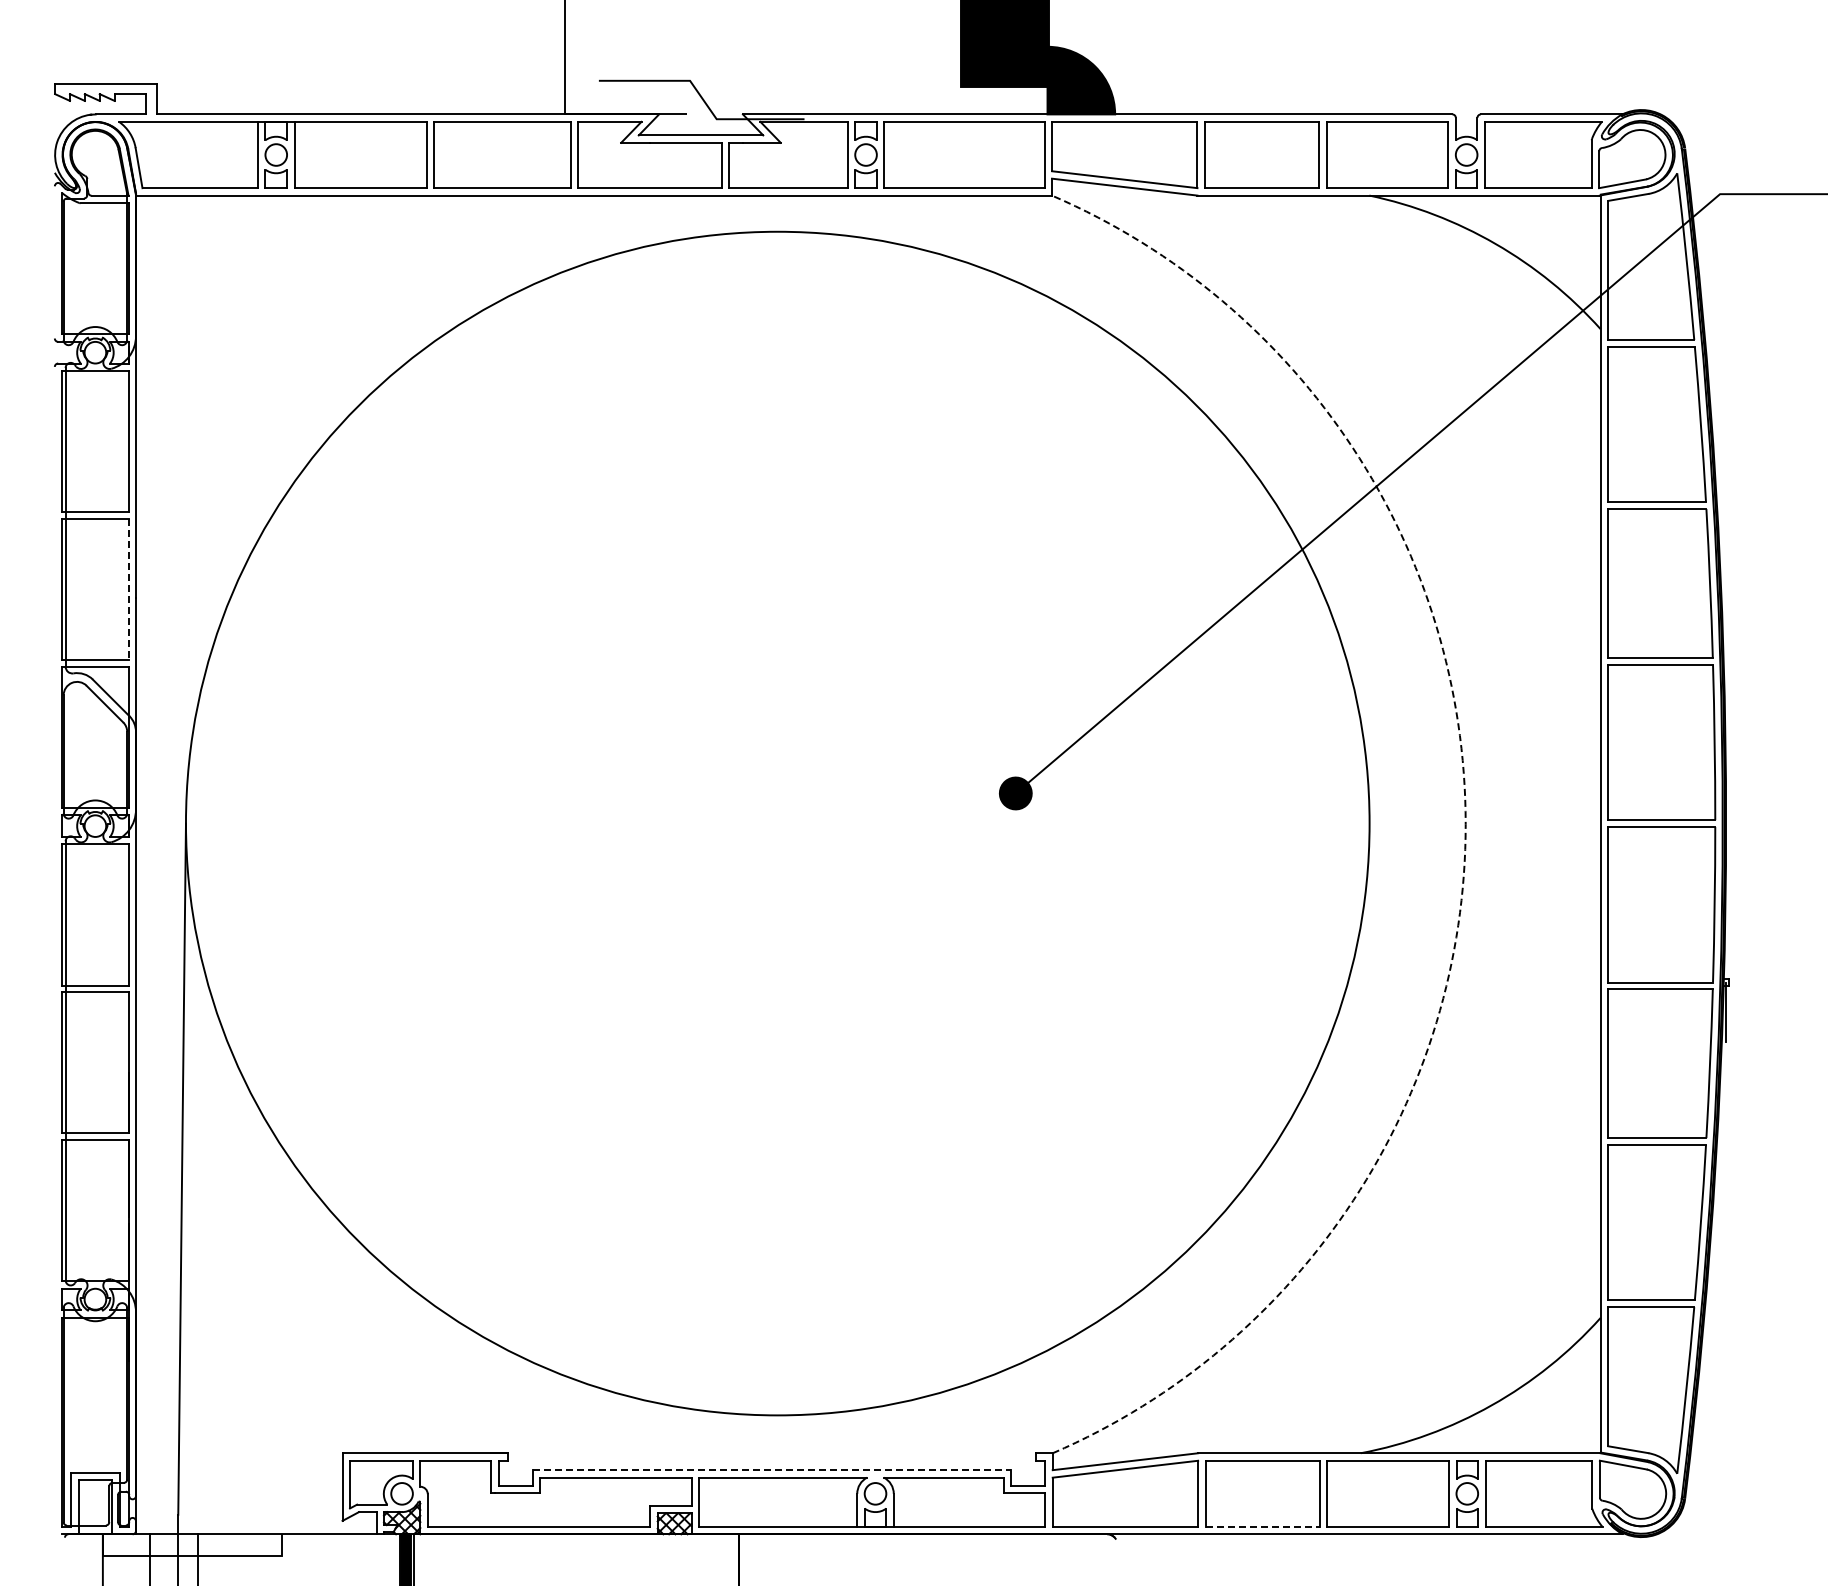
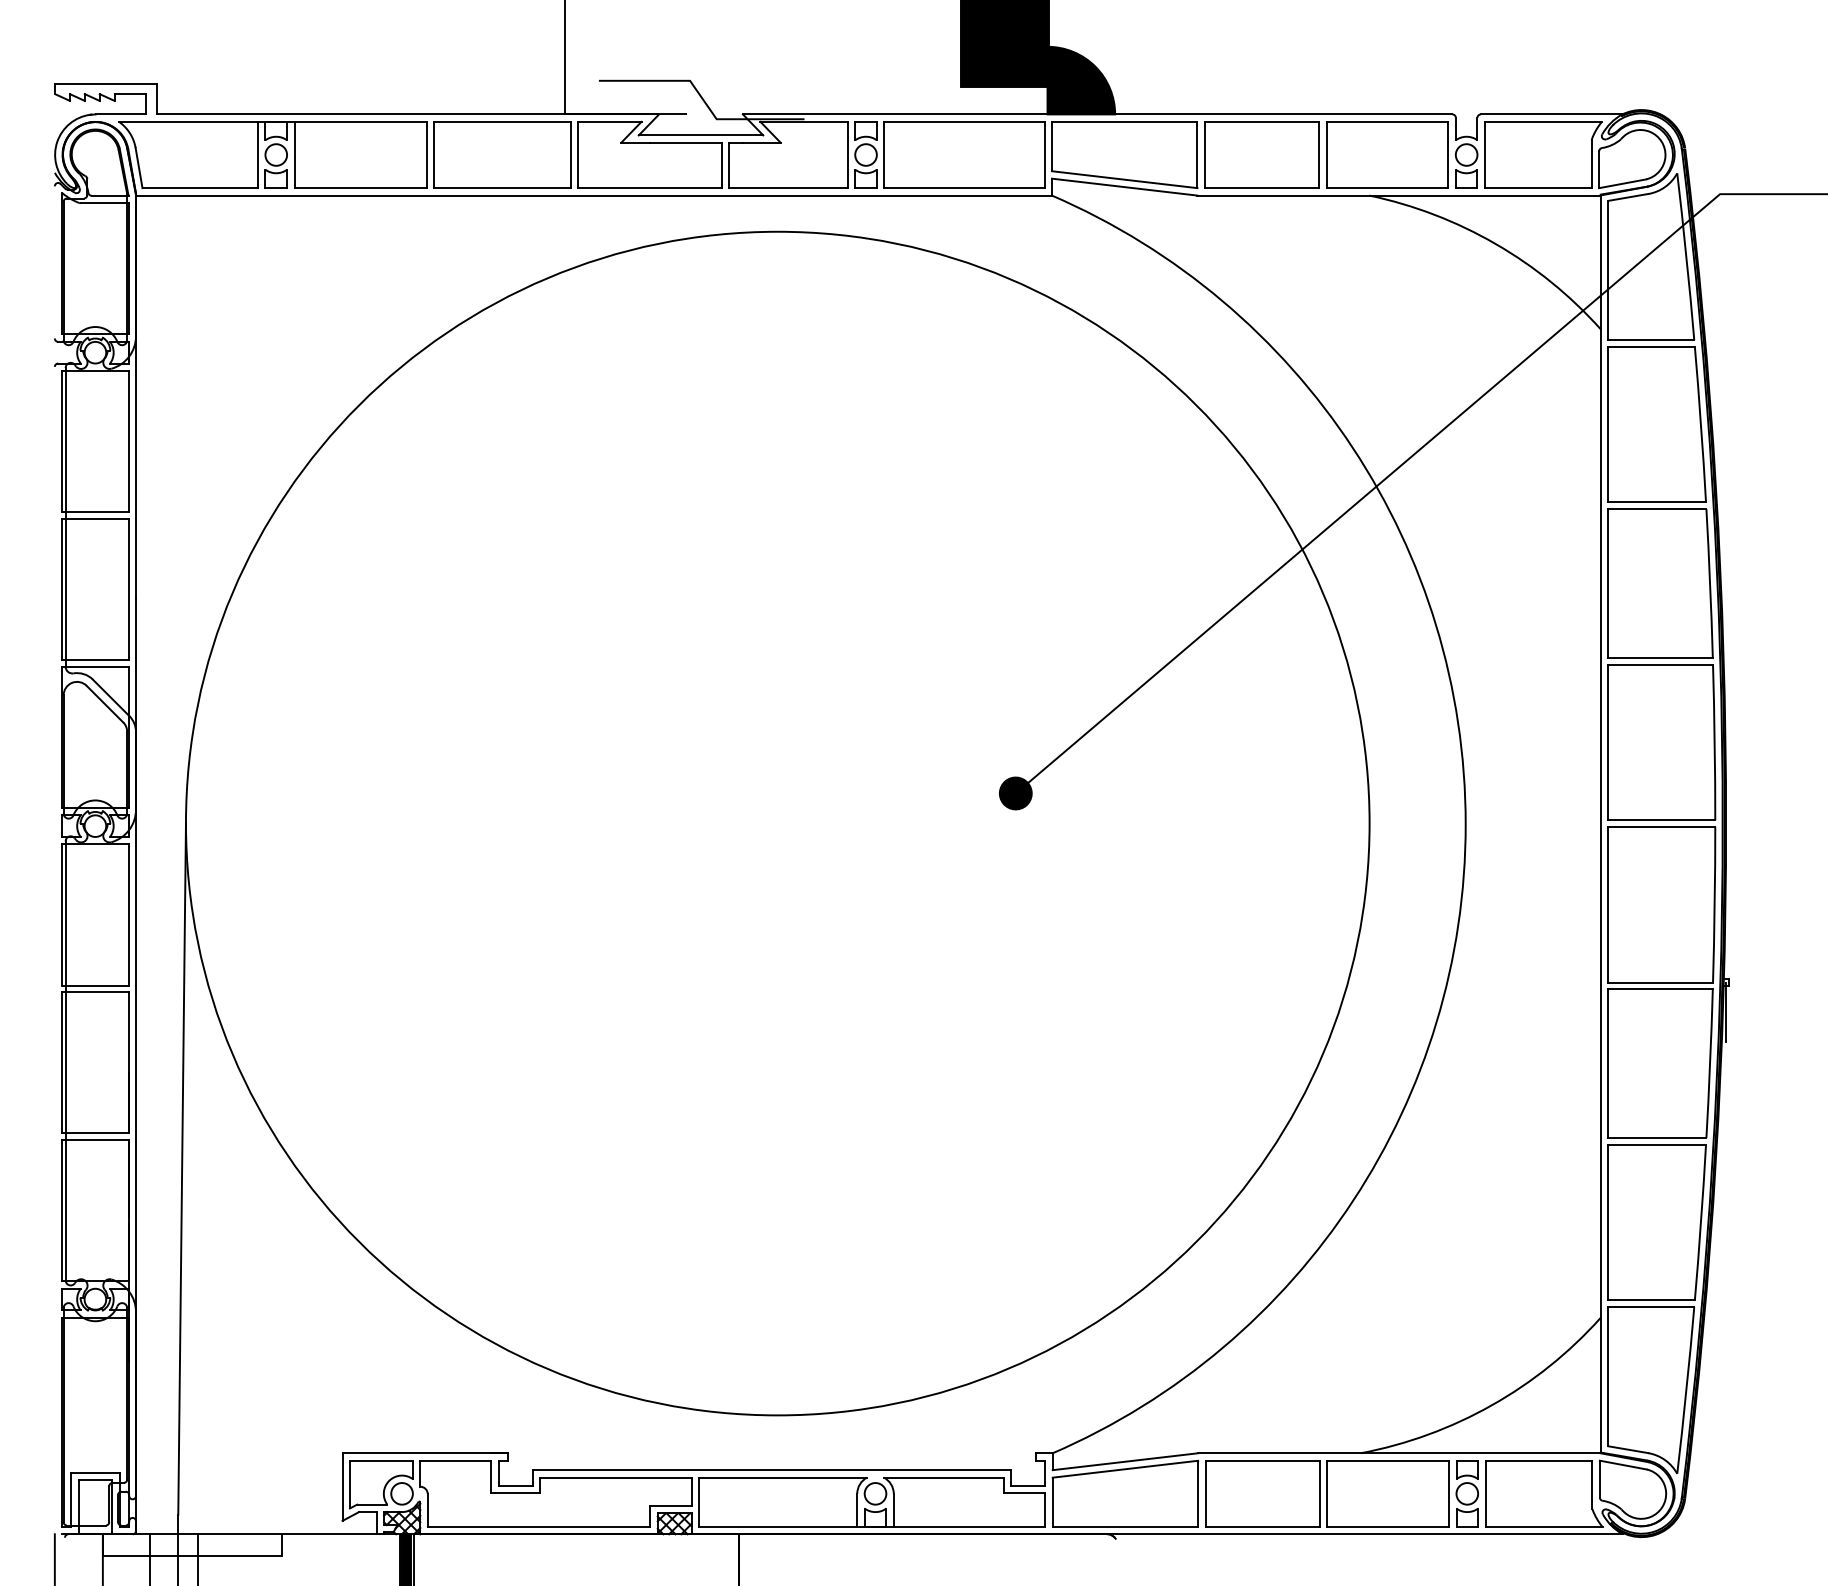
line at (128, 589): dashed -> solid
arc at (1465, 824): dashed -> solid
line at (772, 1470): dashed -> solid
line at (1263, 1526): dashed -> solid
line at (54, 1558): none -> present
